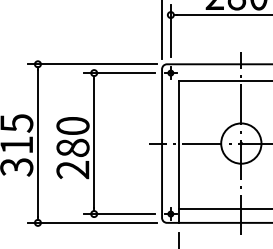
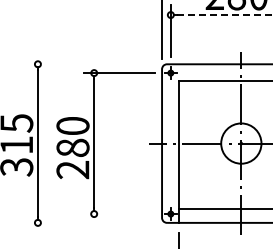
line at (224, 15): solid -> dashed
line at (92, 64): present -> none
line at (119, 214): present -> none
line at (92, 222): present -> none
